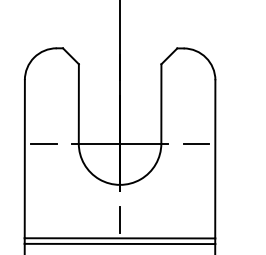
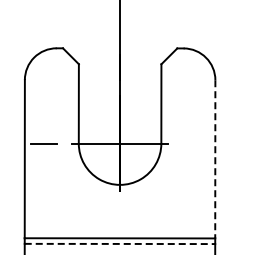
line at (195, 143): present -> none
line at (215, 159): solid -> dashed
line at (120, 219): present -> none
line at (120, 243): solid -> dashed
